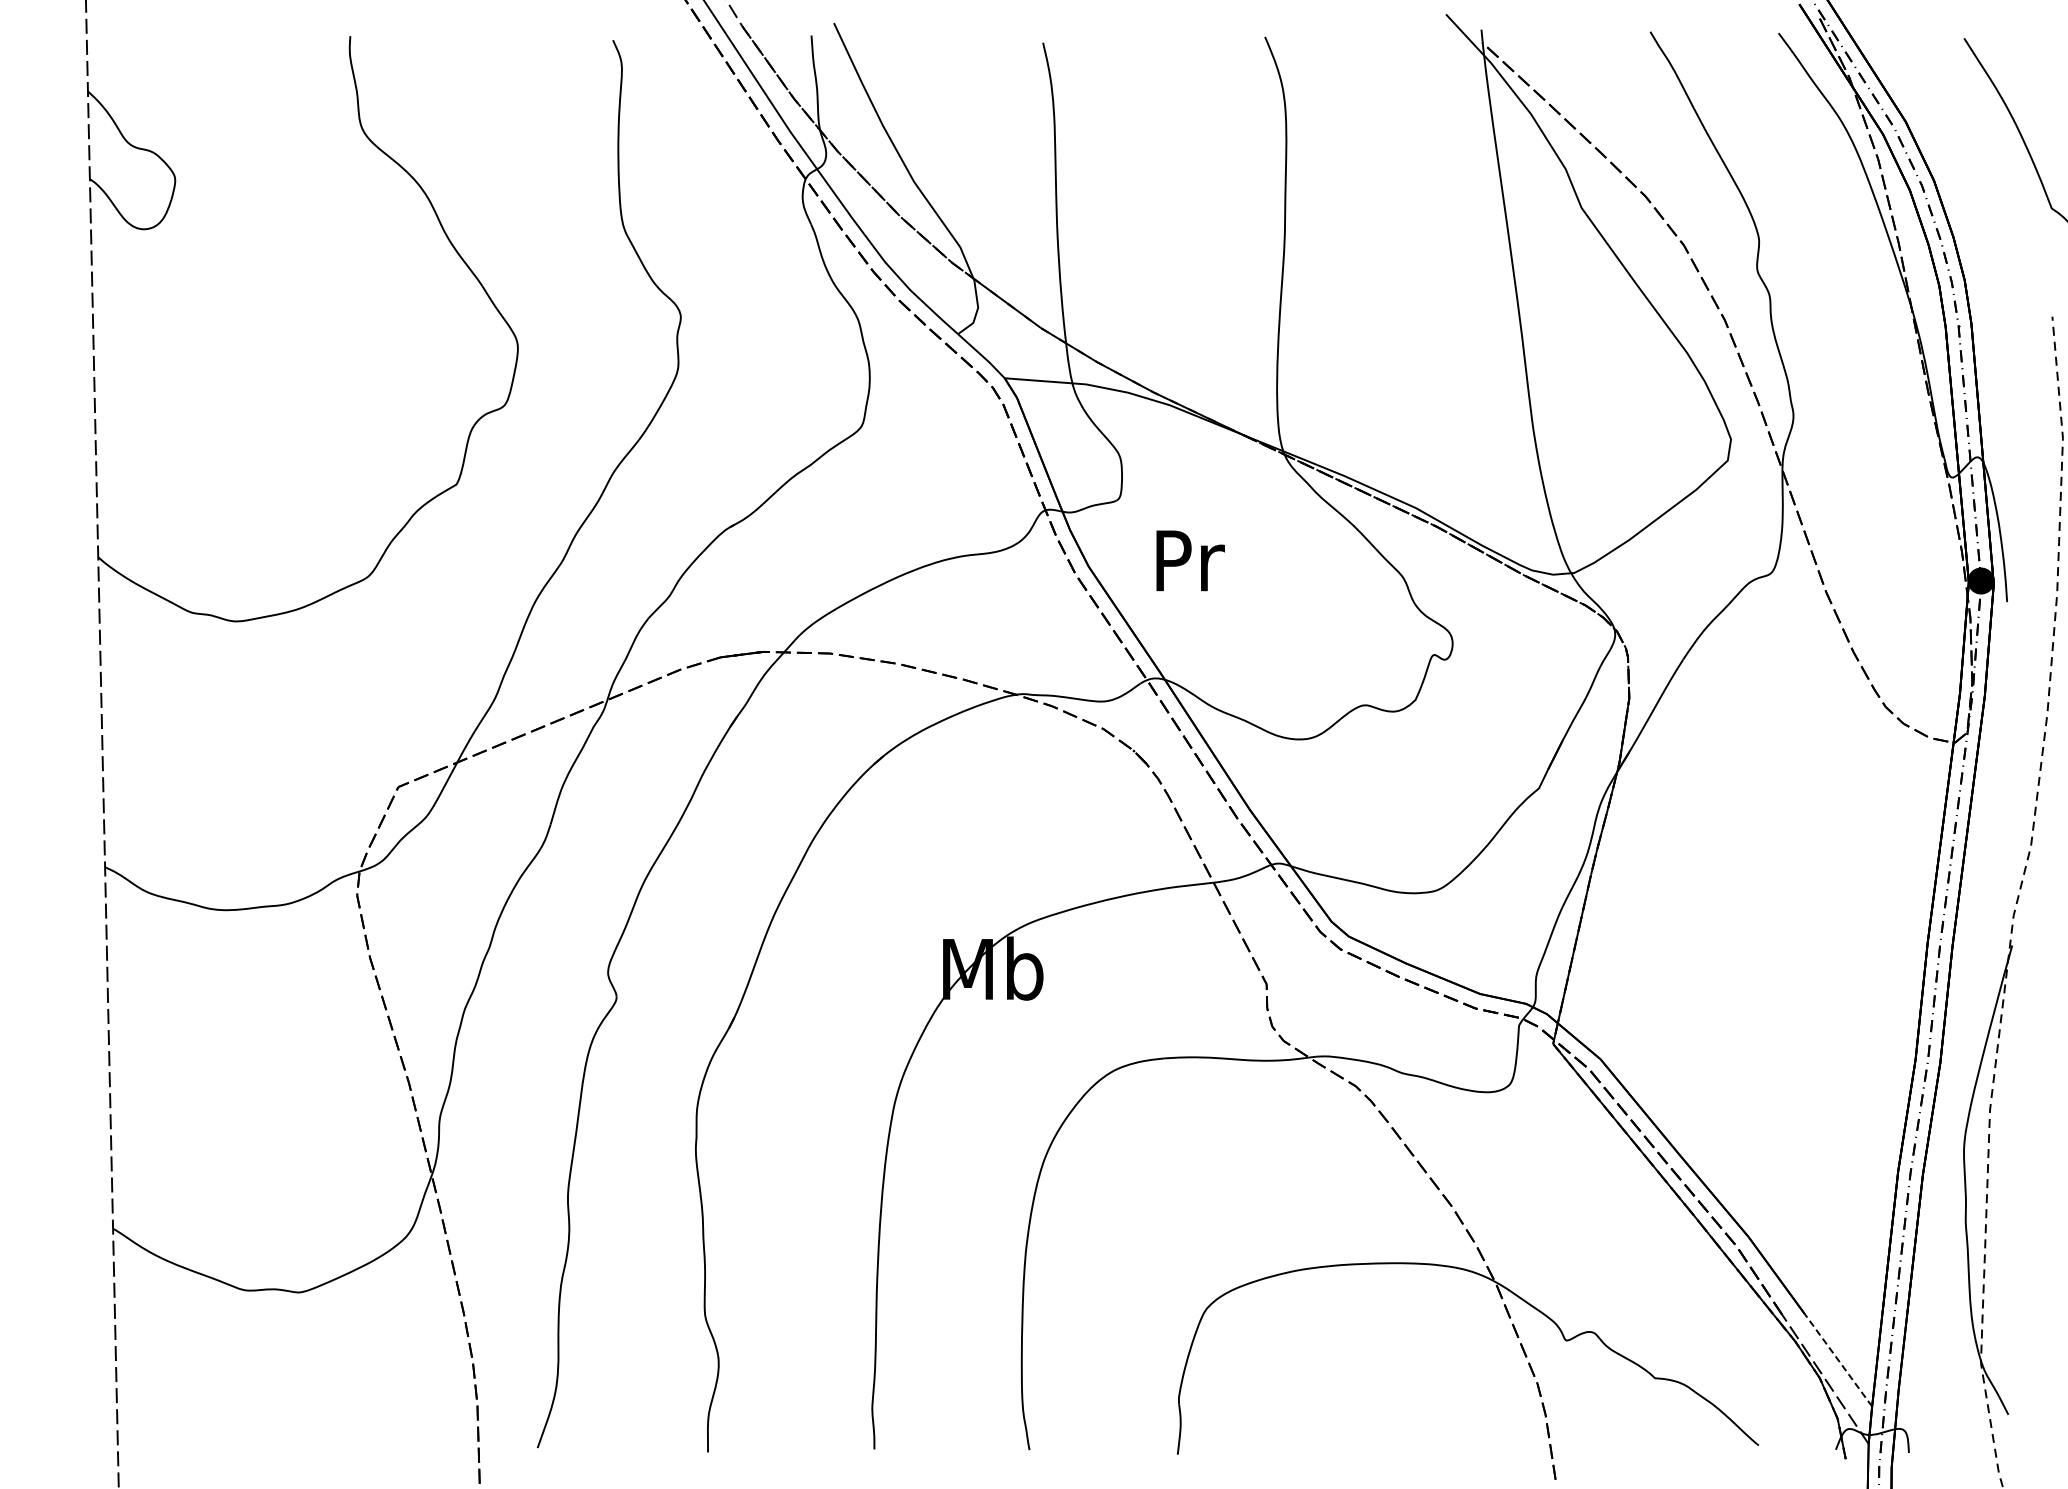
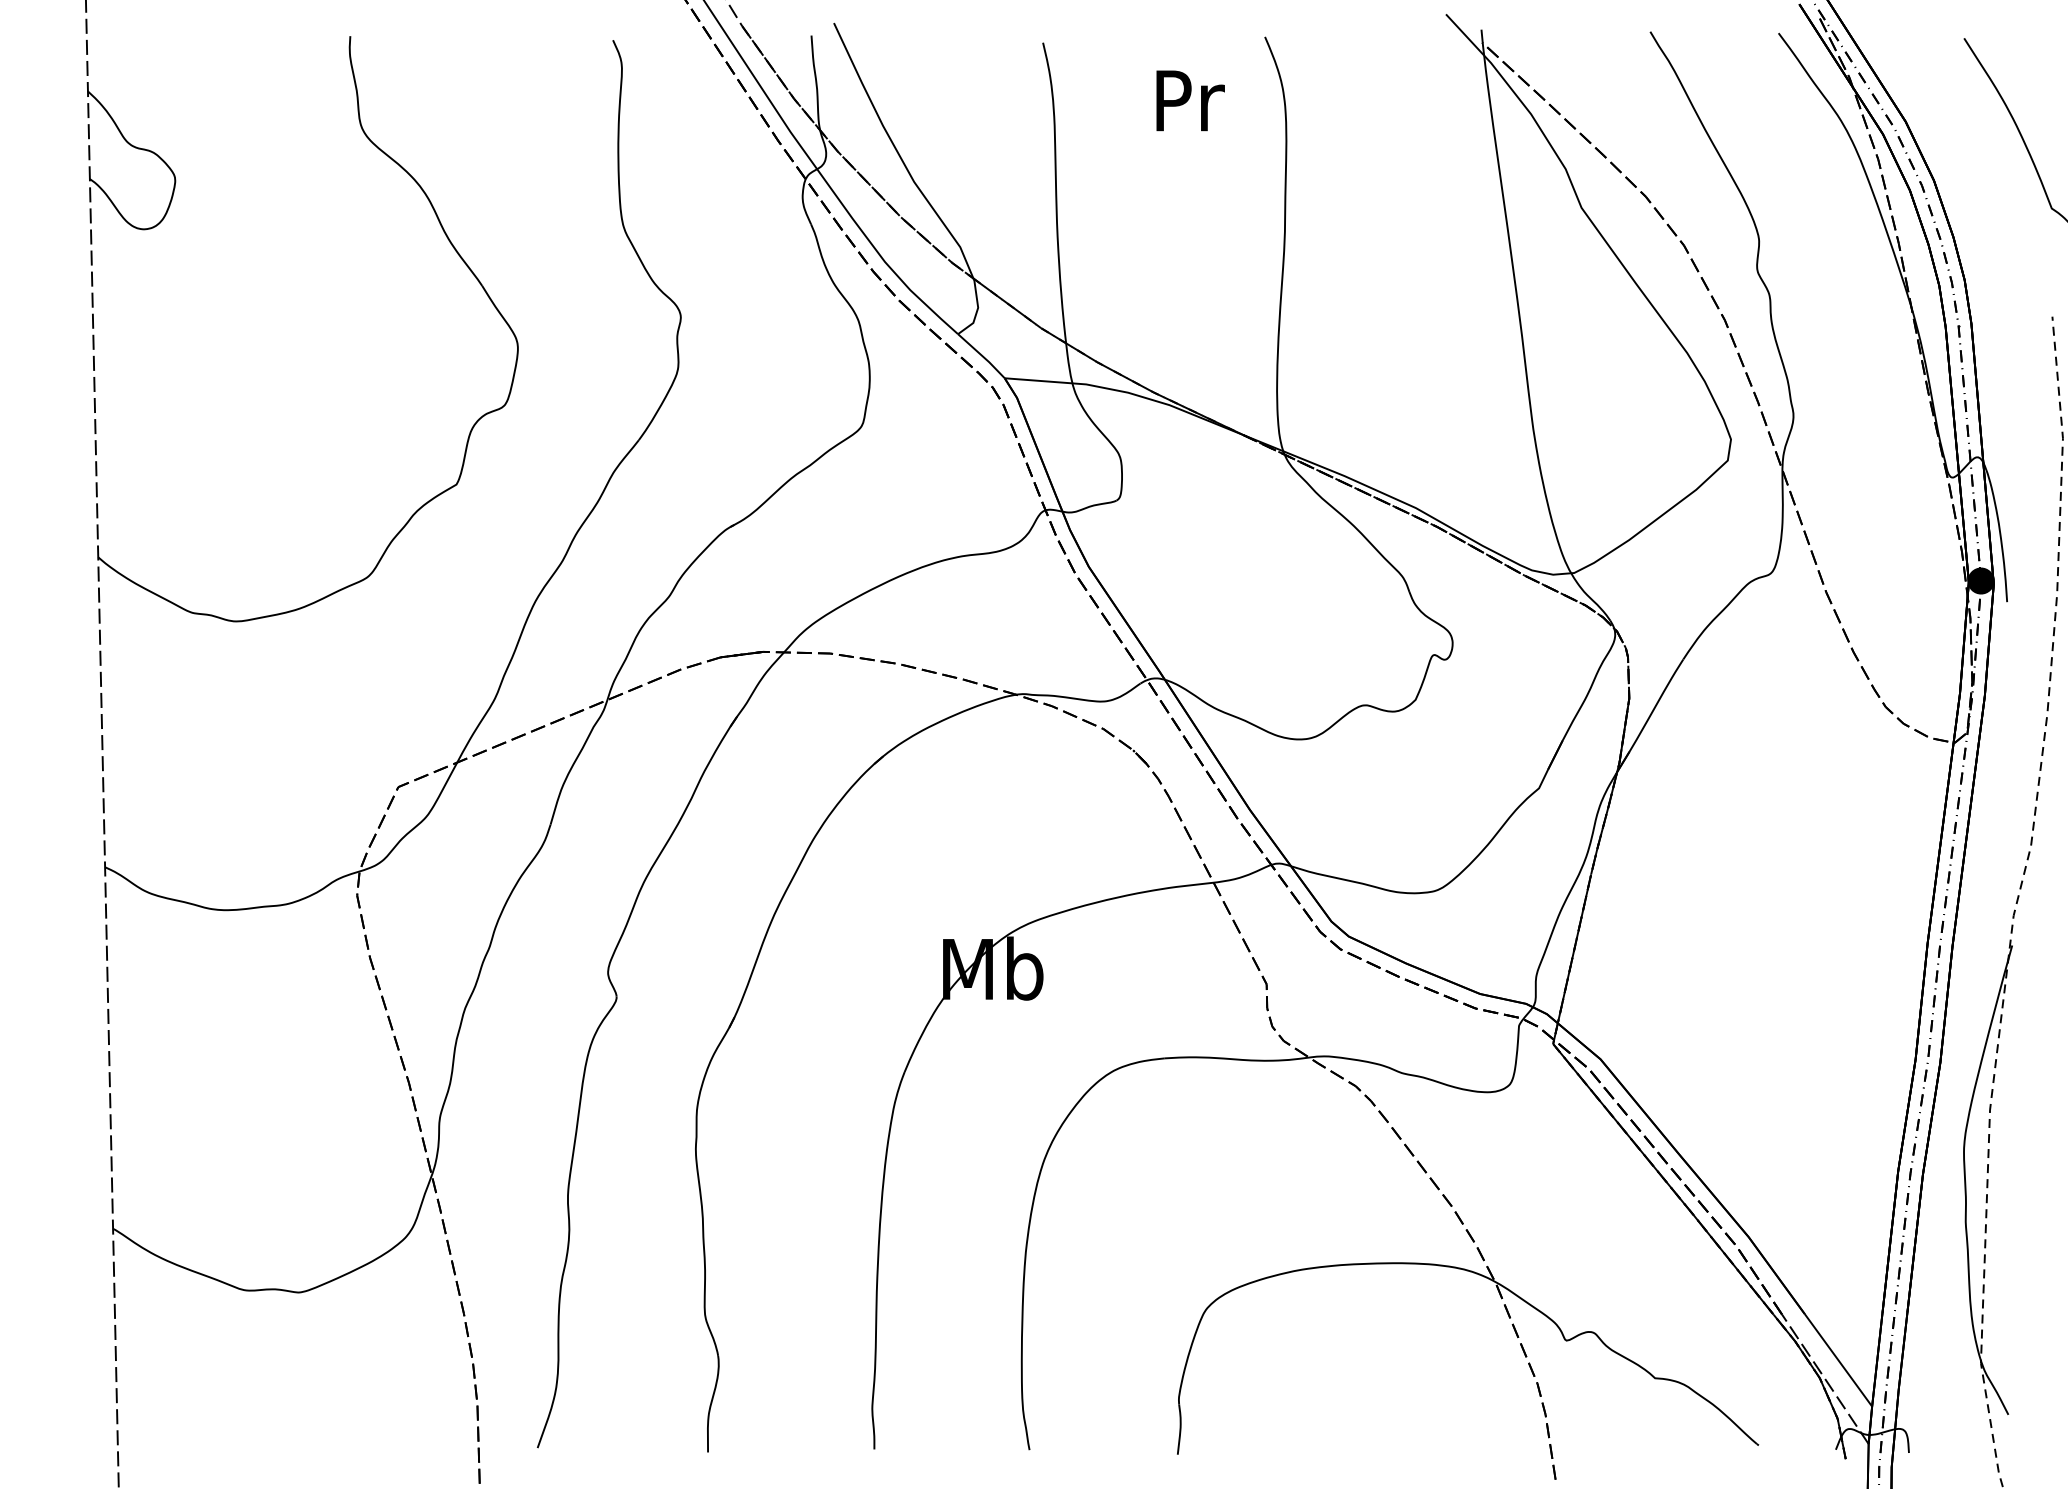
text at (1190, 560) position: (1190, 560) -> (1190, 100)
line at (1838, 1360): dashed -> solid
